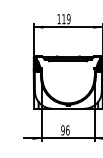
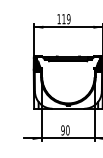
text at (67, 129): 96 -> 90
